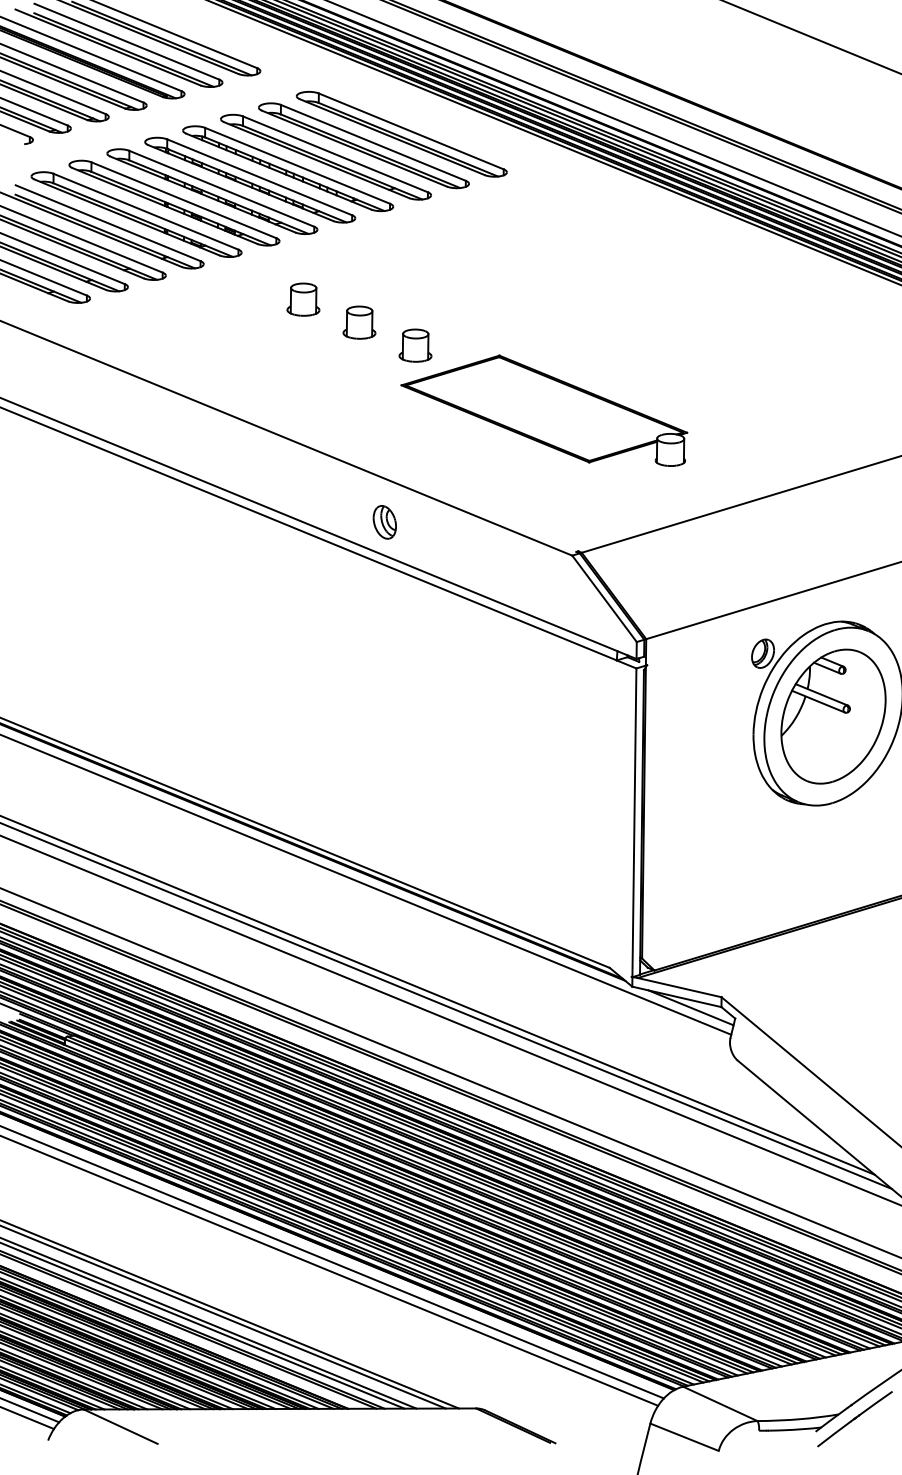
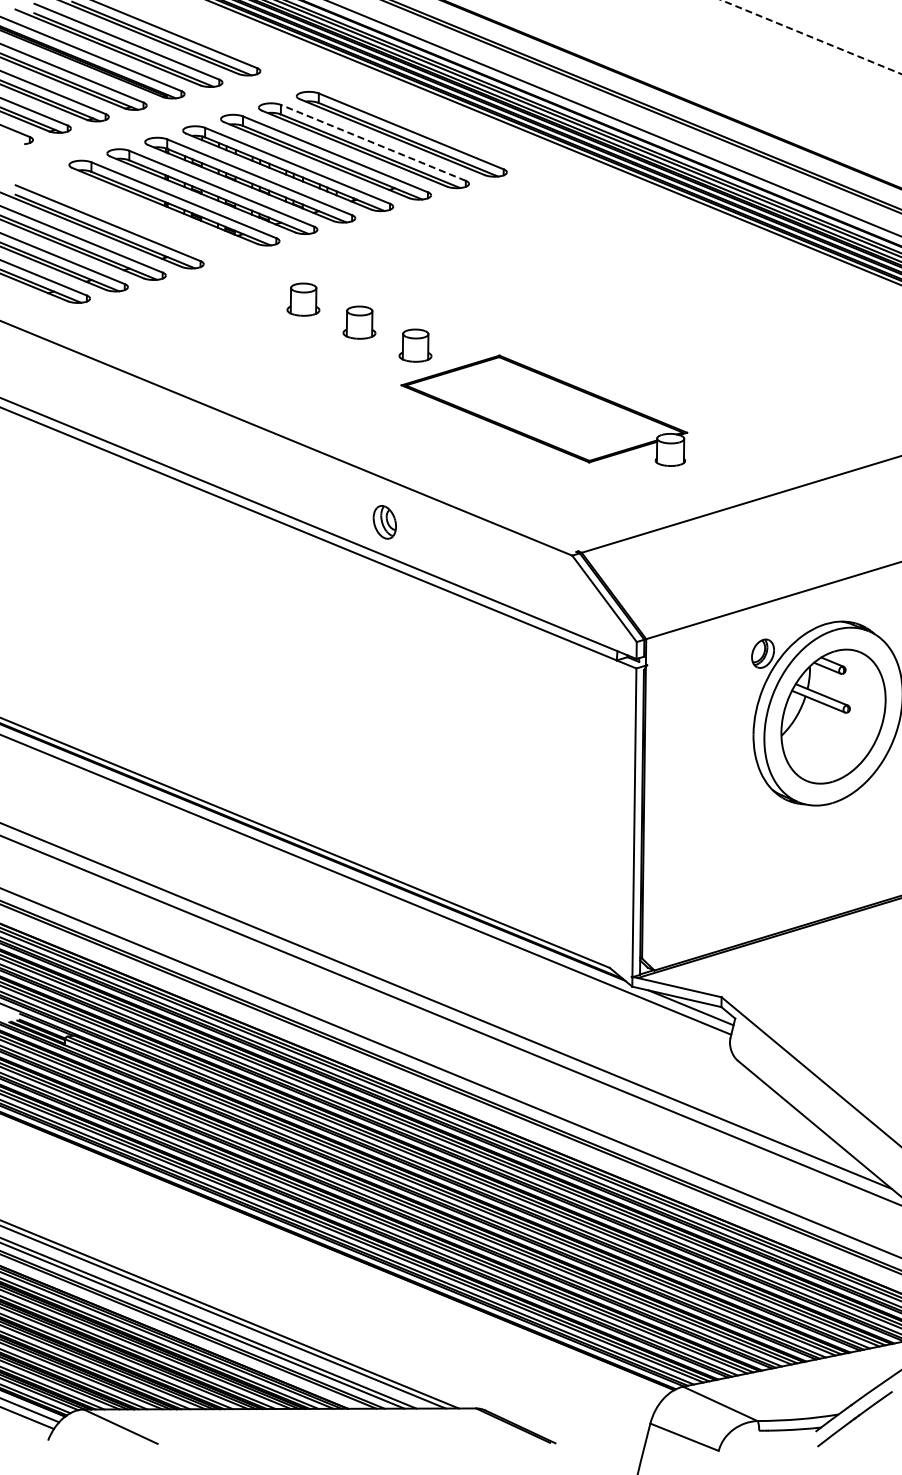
line at (811, 37): solid -> dashed
line at (373, 142): solid -> dashed
part at (136, 214): present -> none
line at (438, 995): present -> none
line at (332, 1262): present -> none
line at (330, 1270): present -> none
